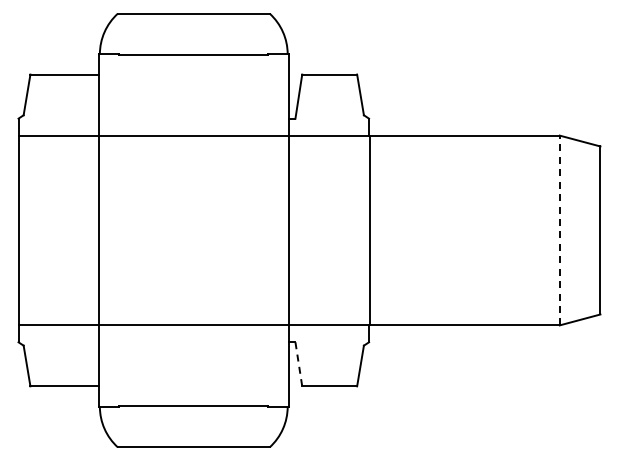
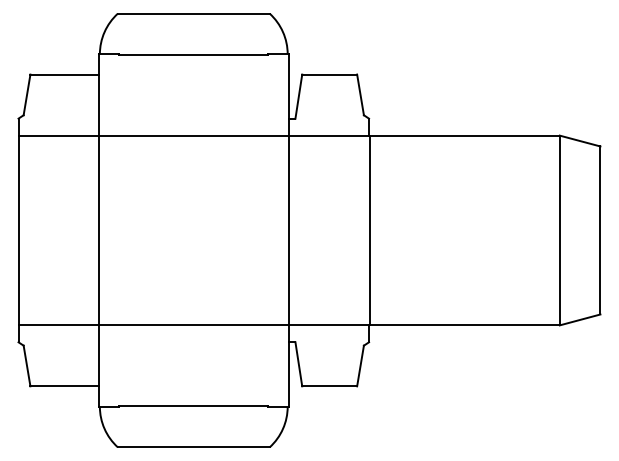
line at (559, 230): dashed -> solid
line at (298, 364): dashed -> solid
